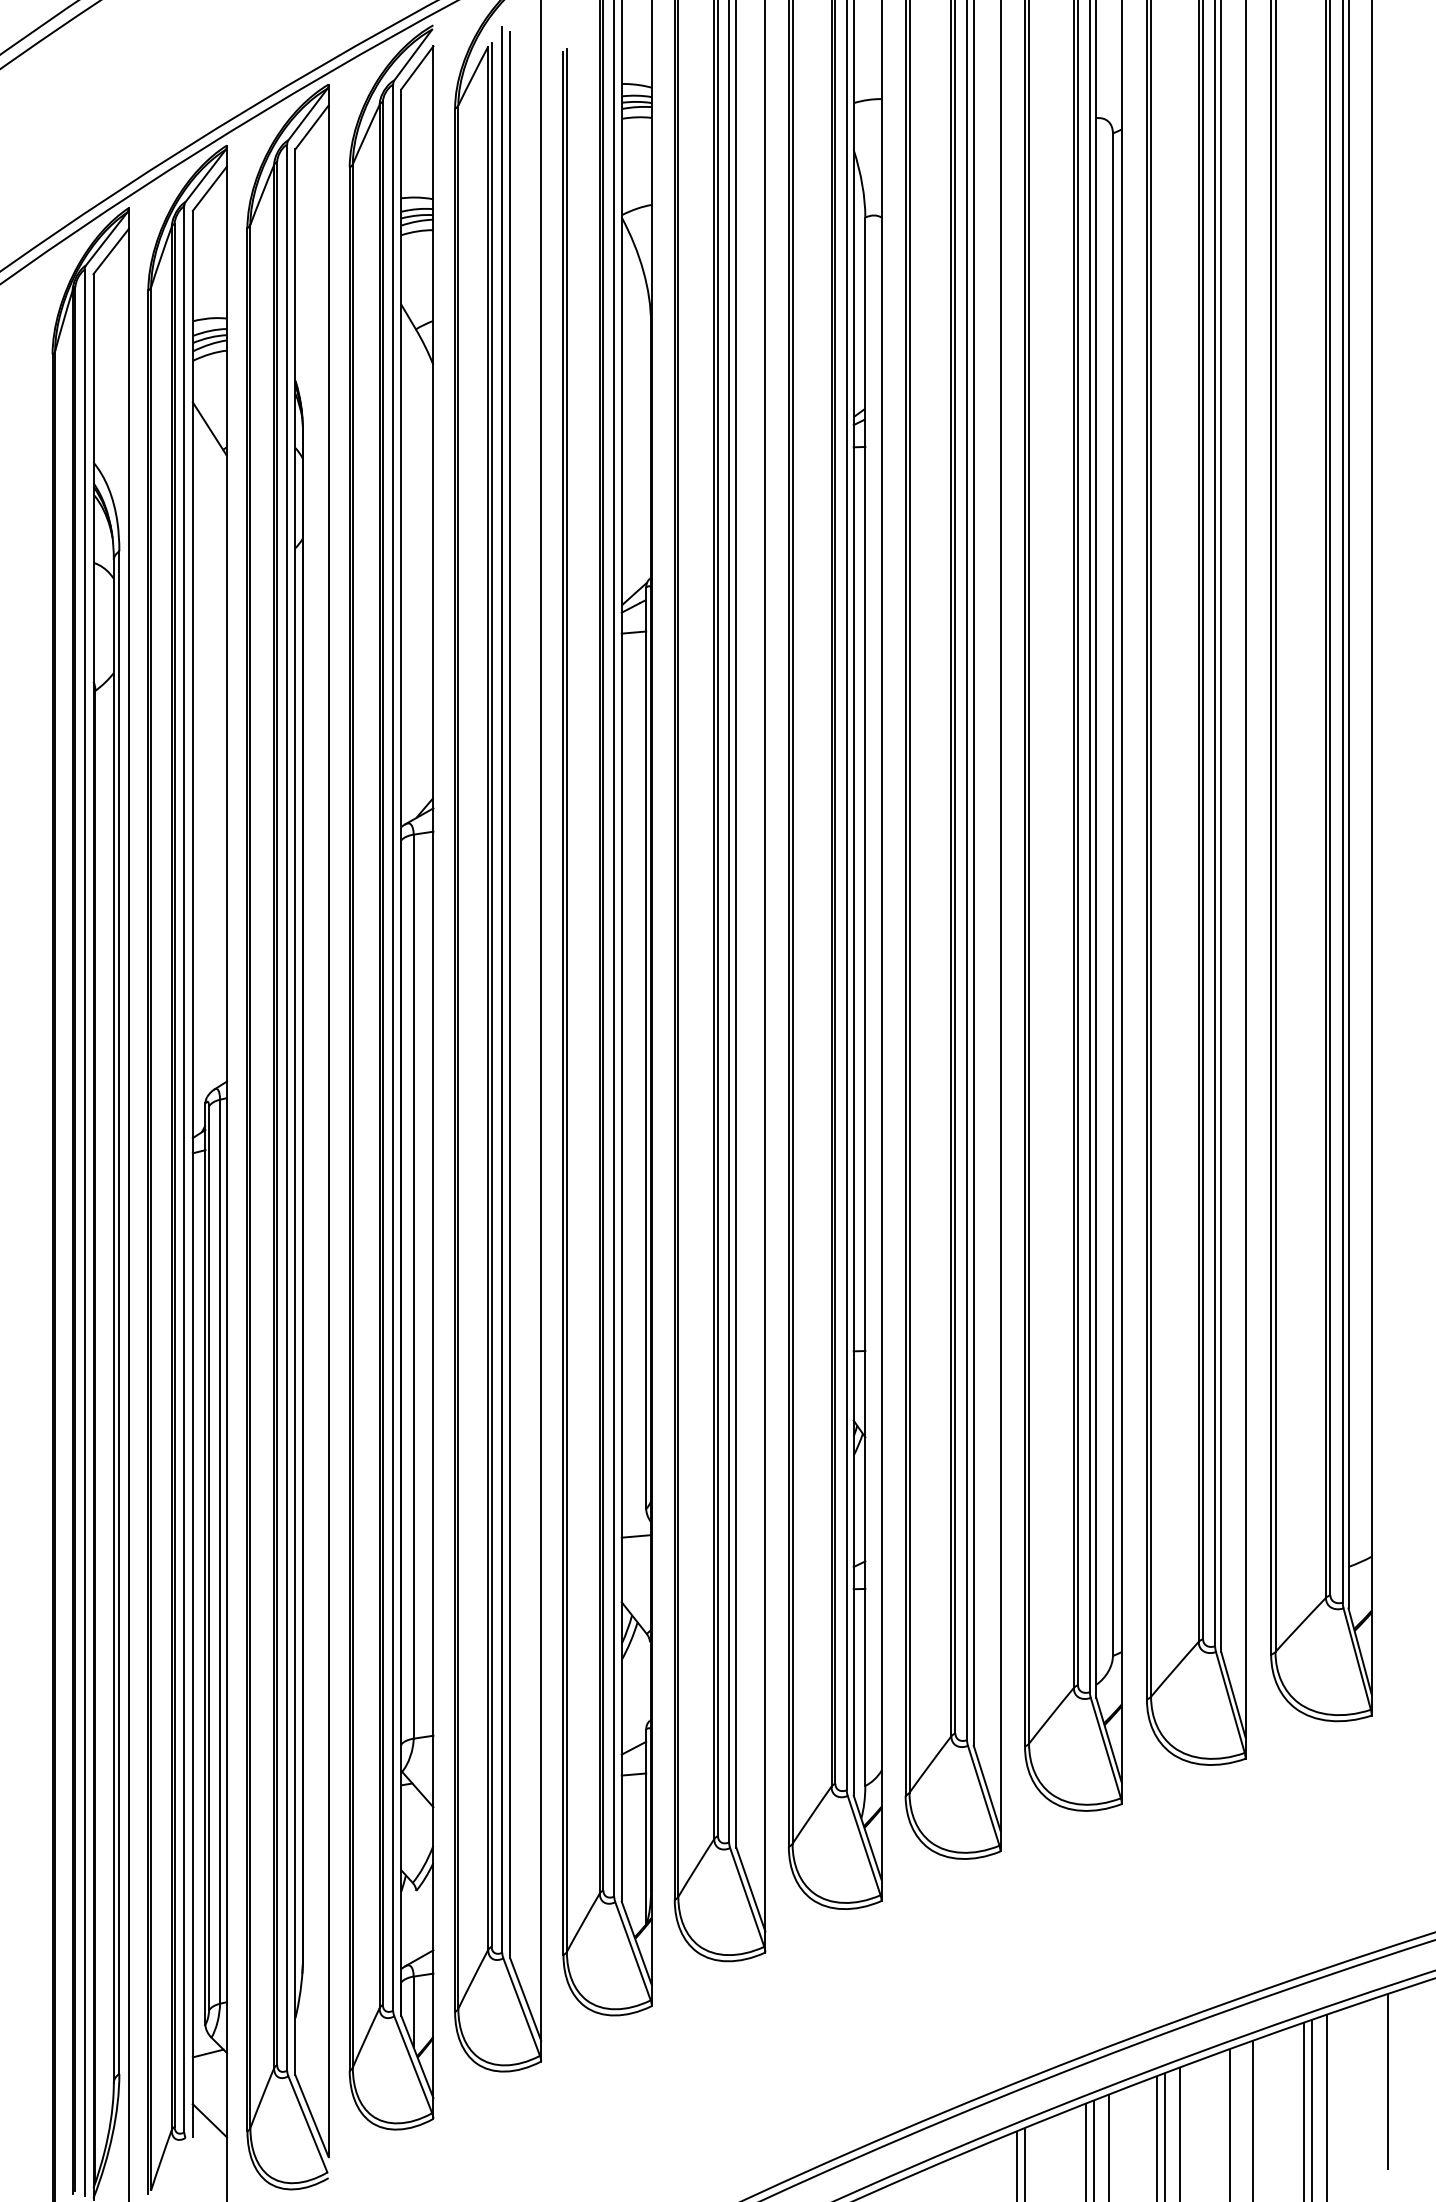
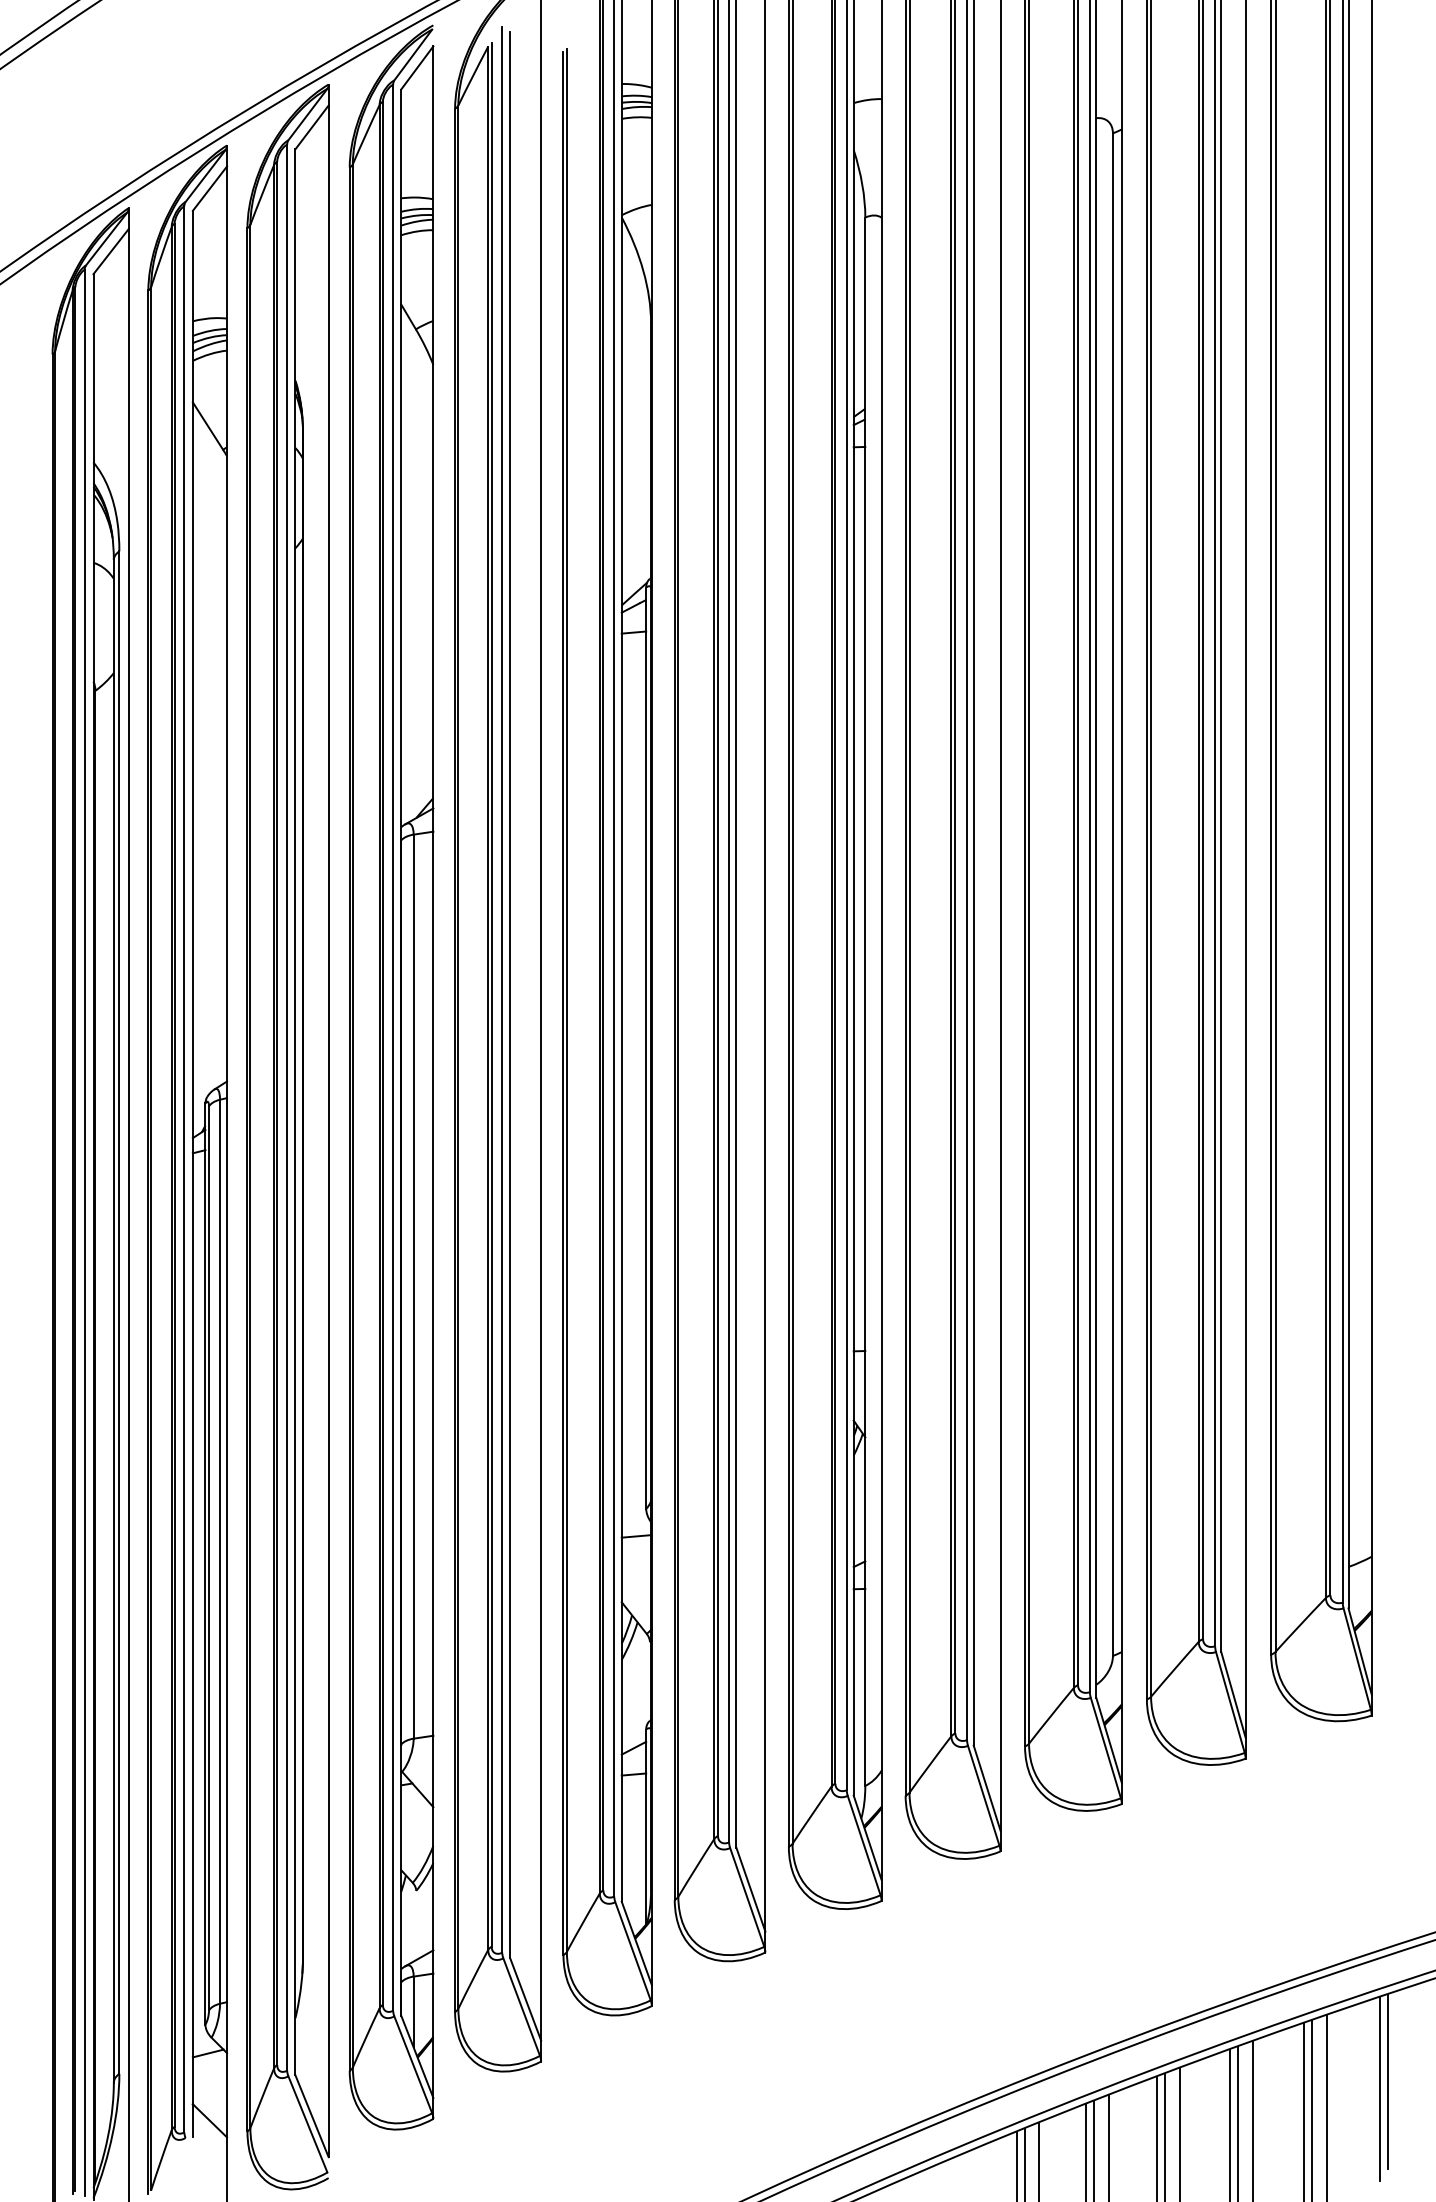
line at (1380, 2089): none -> present
line at (1237, 2122): none -> present
line at (1039, 2160): none -> present
